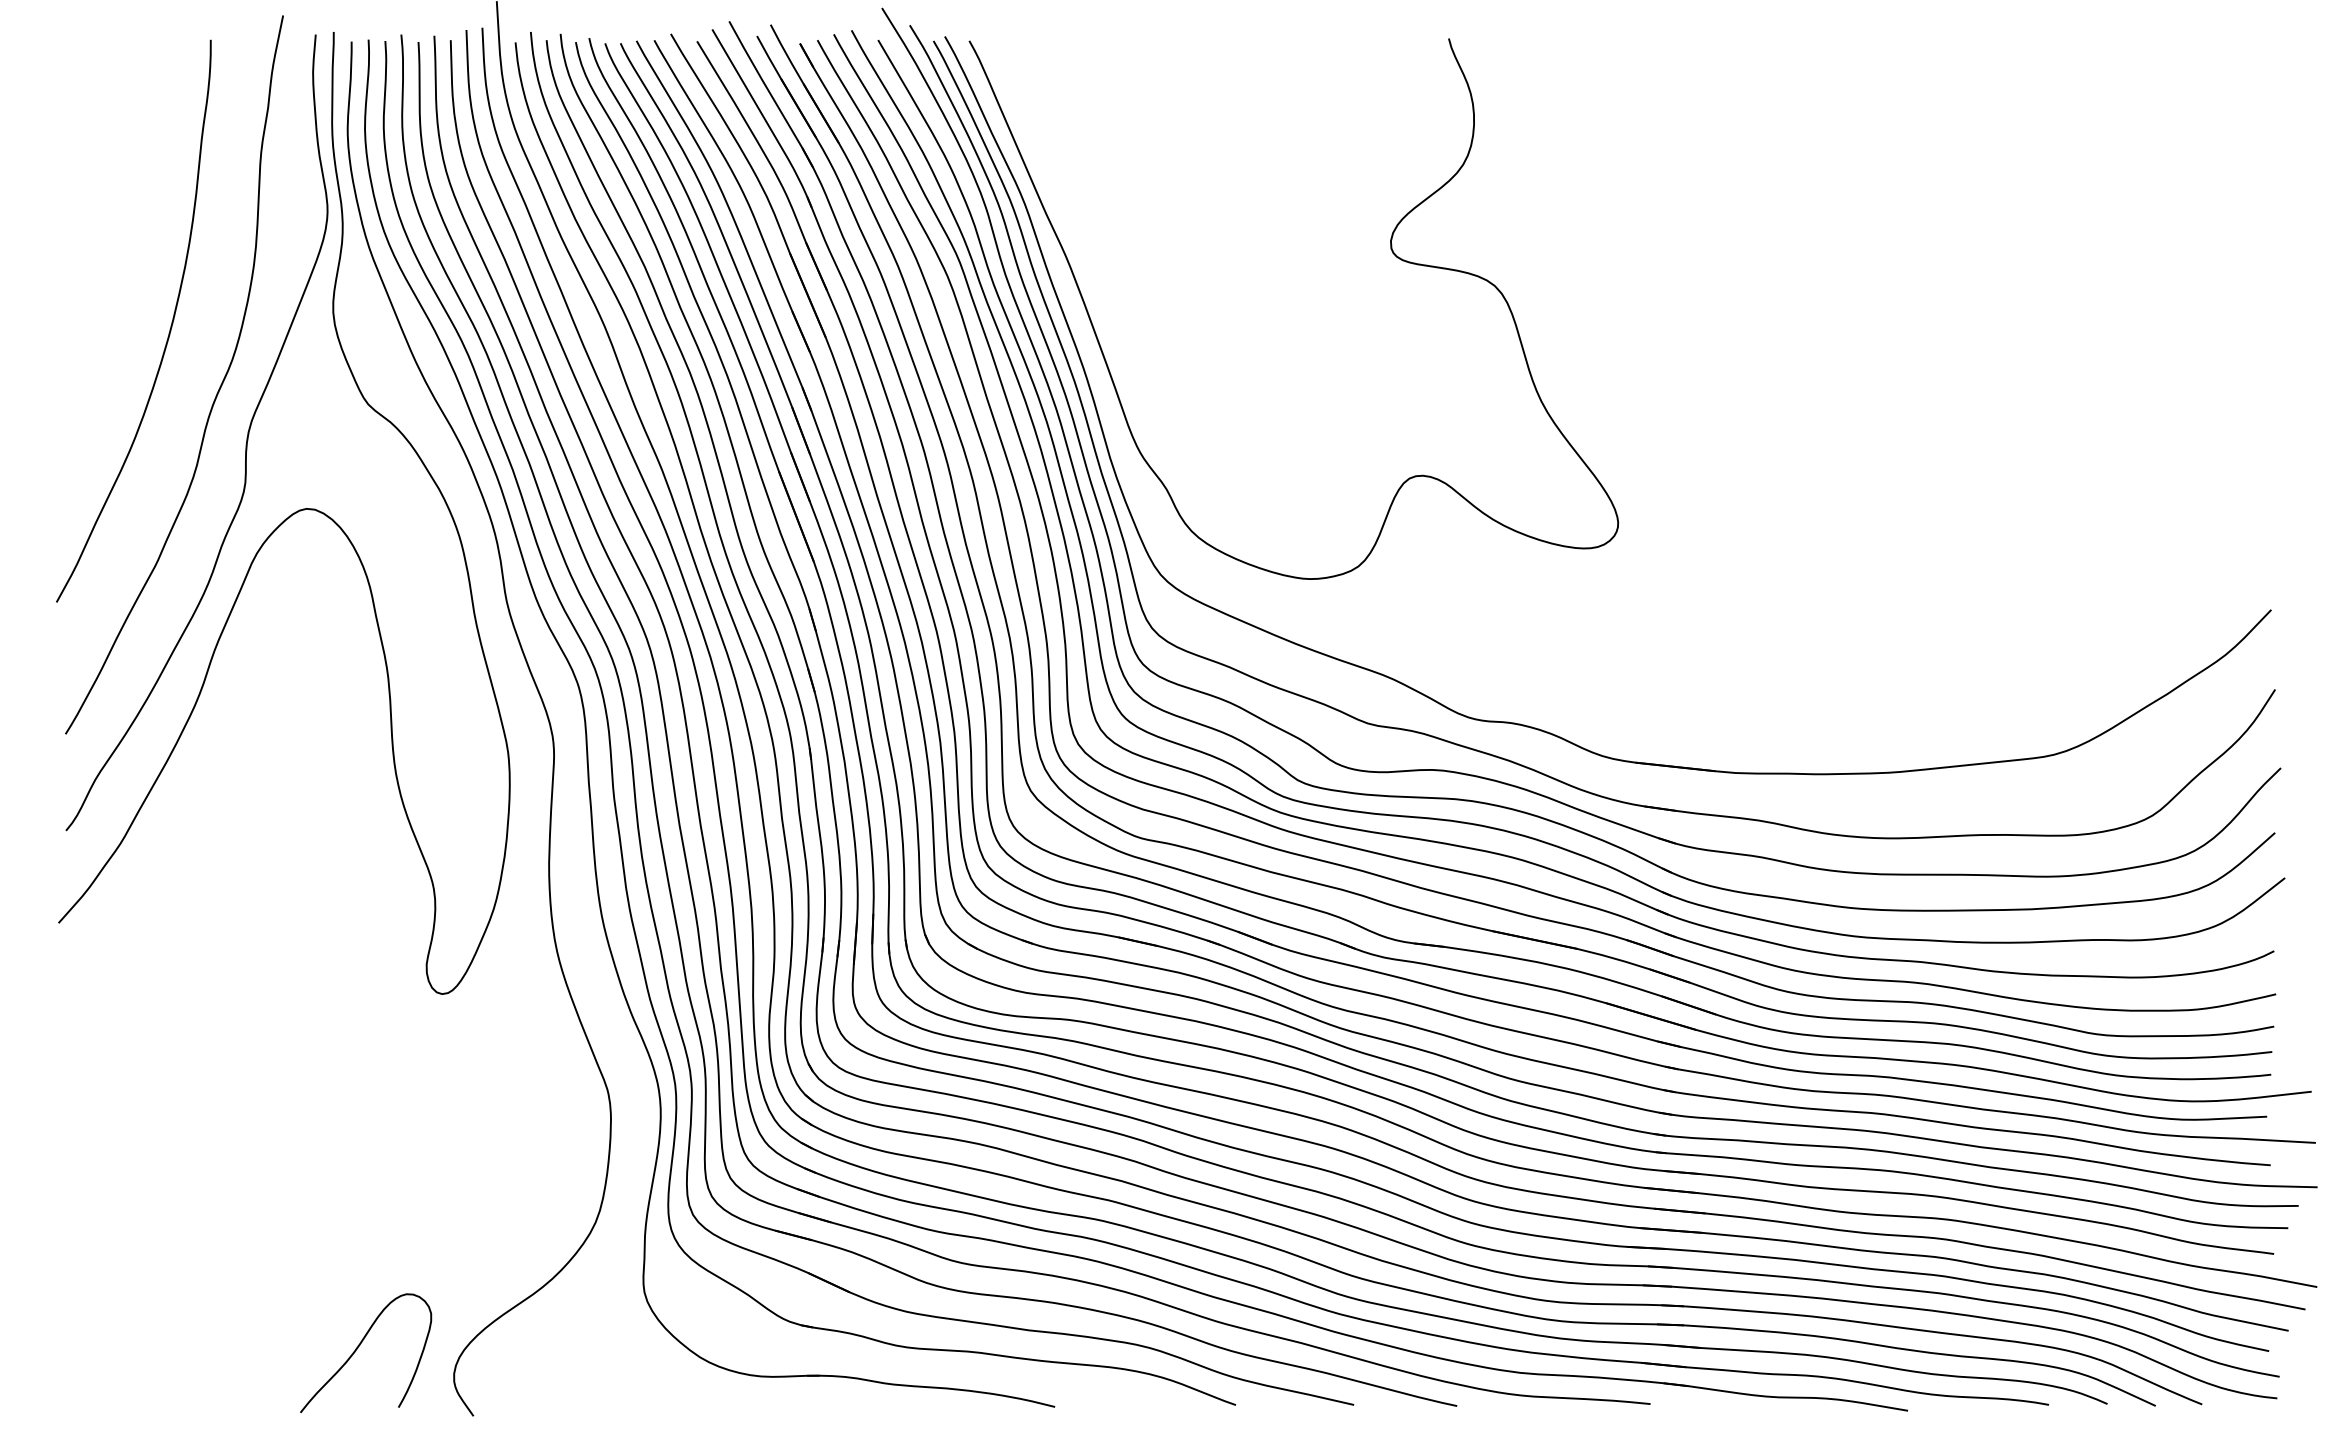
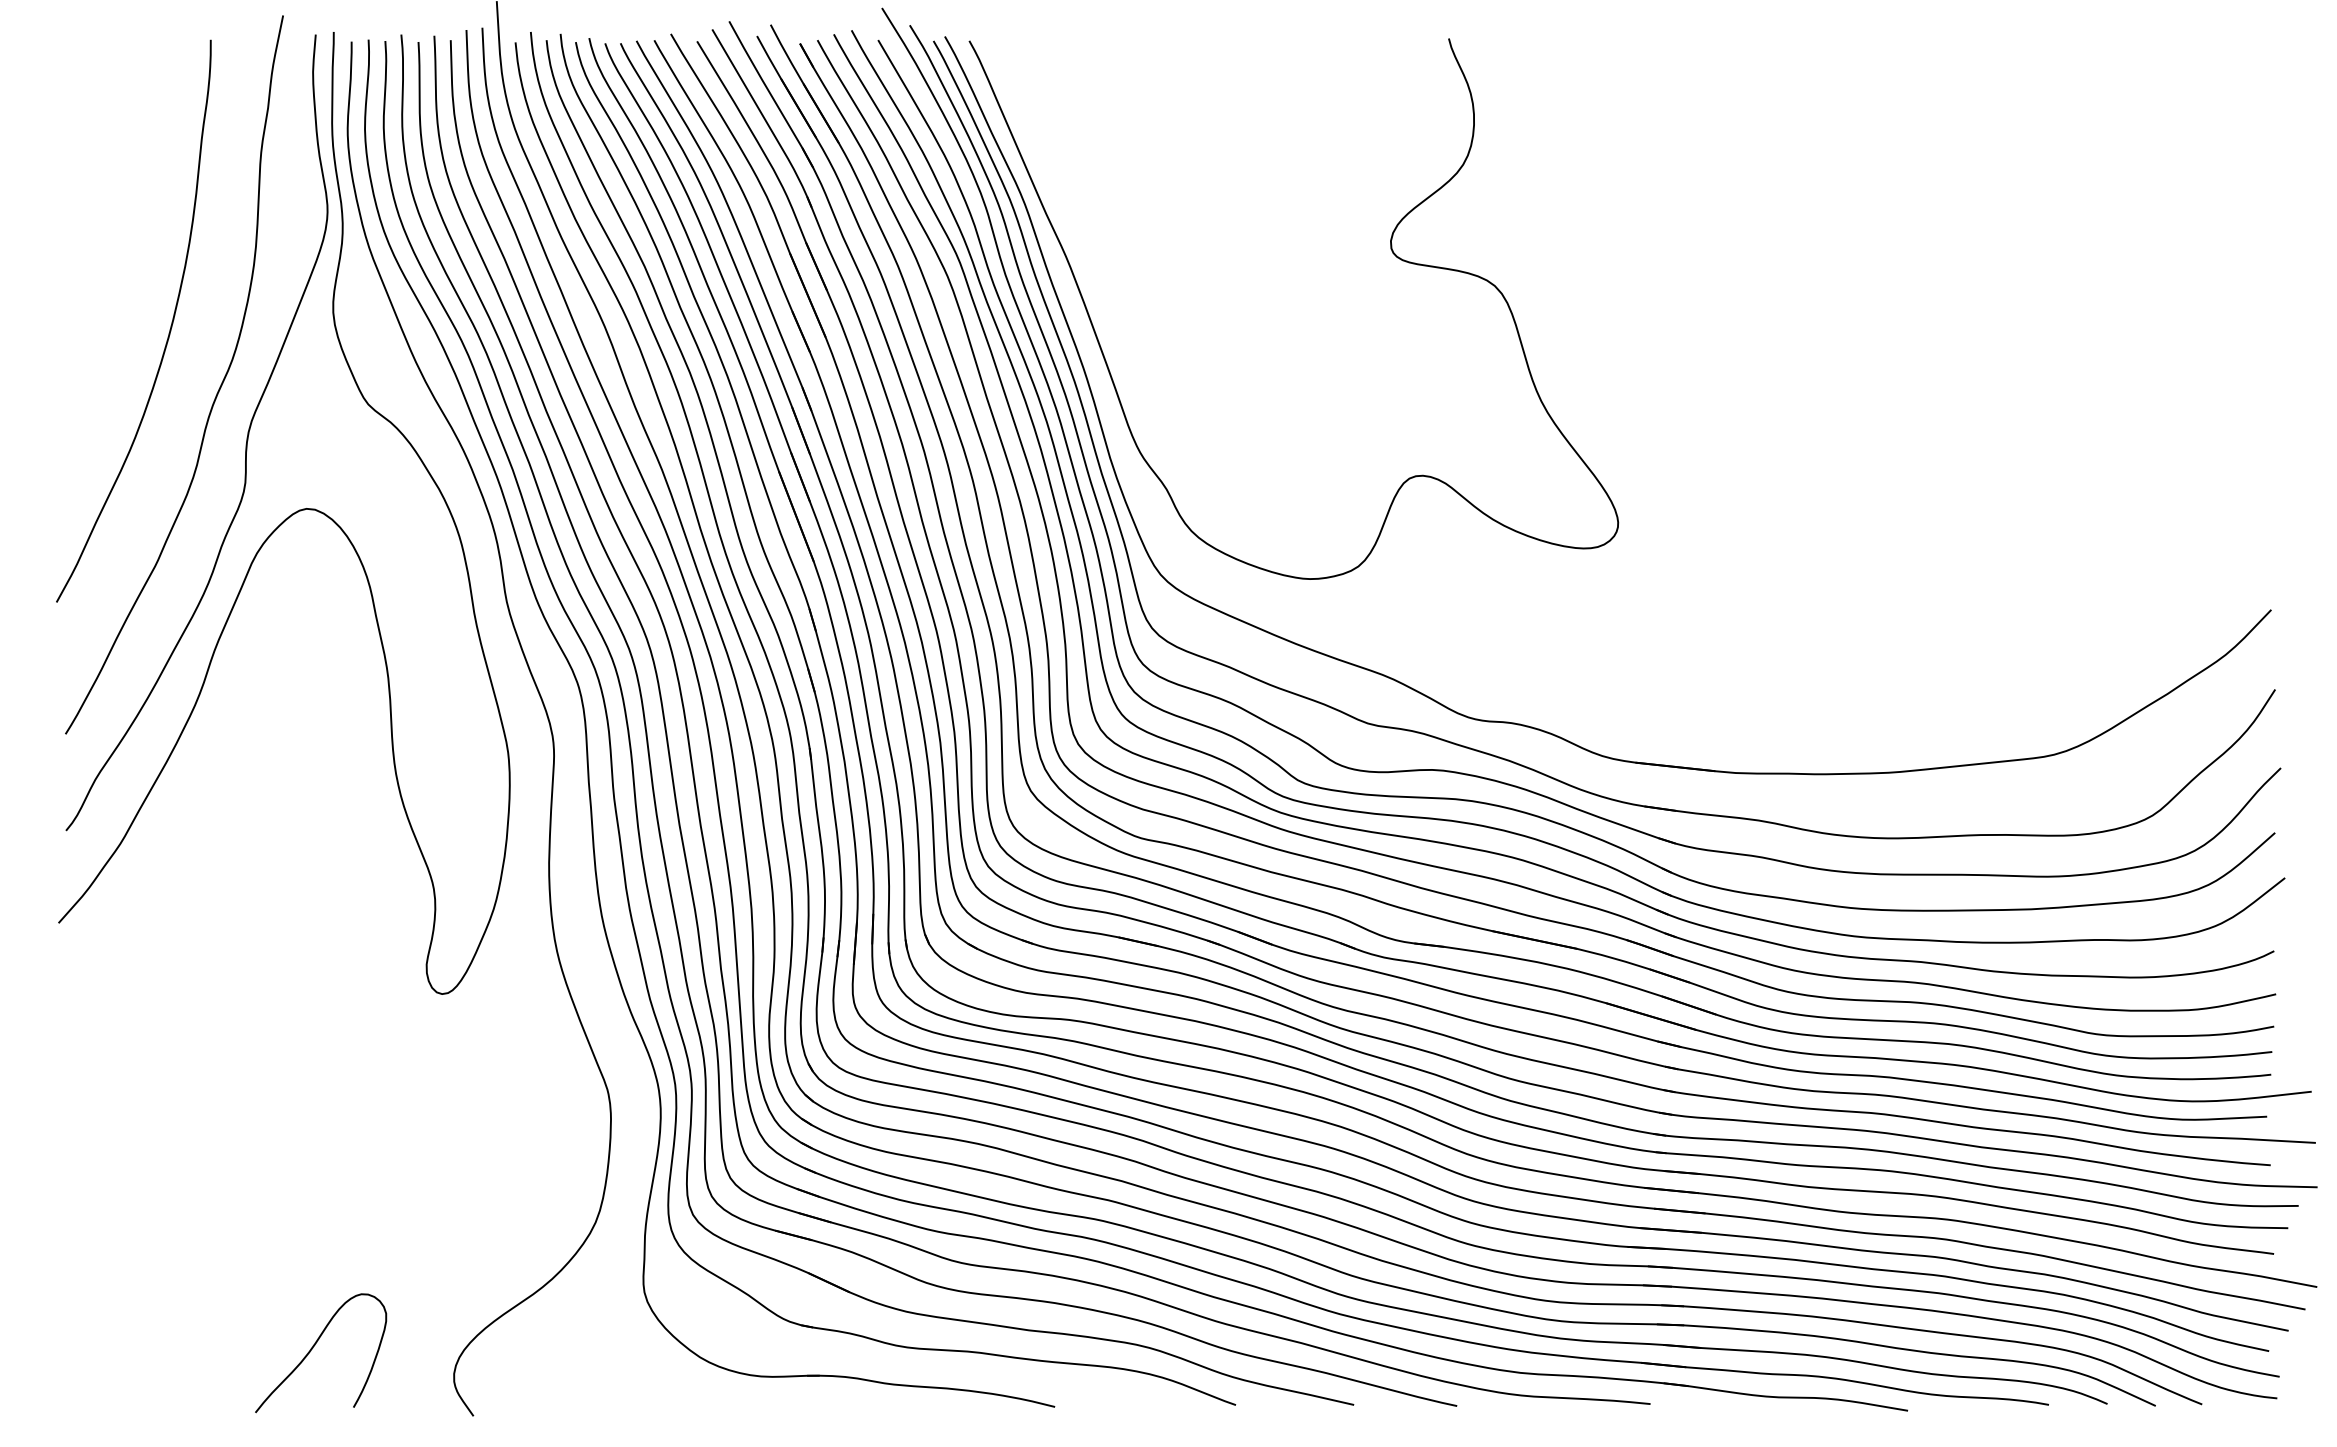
curve at (358, 1348) position: (358, 1348) -> (313, 1348)
